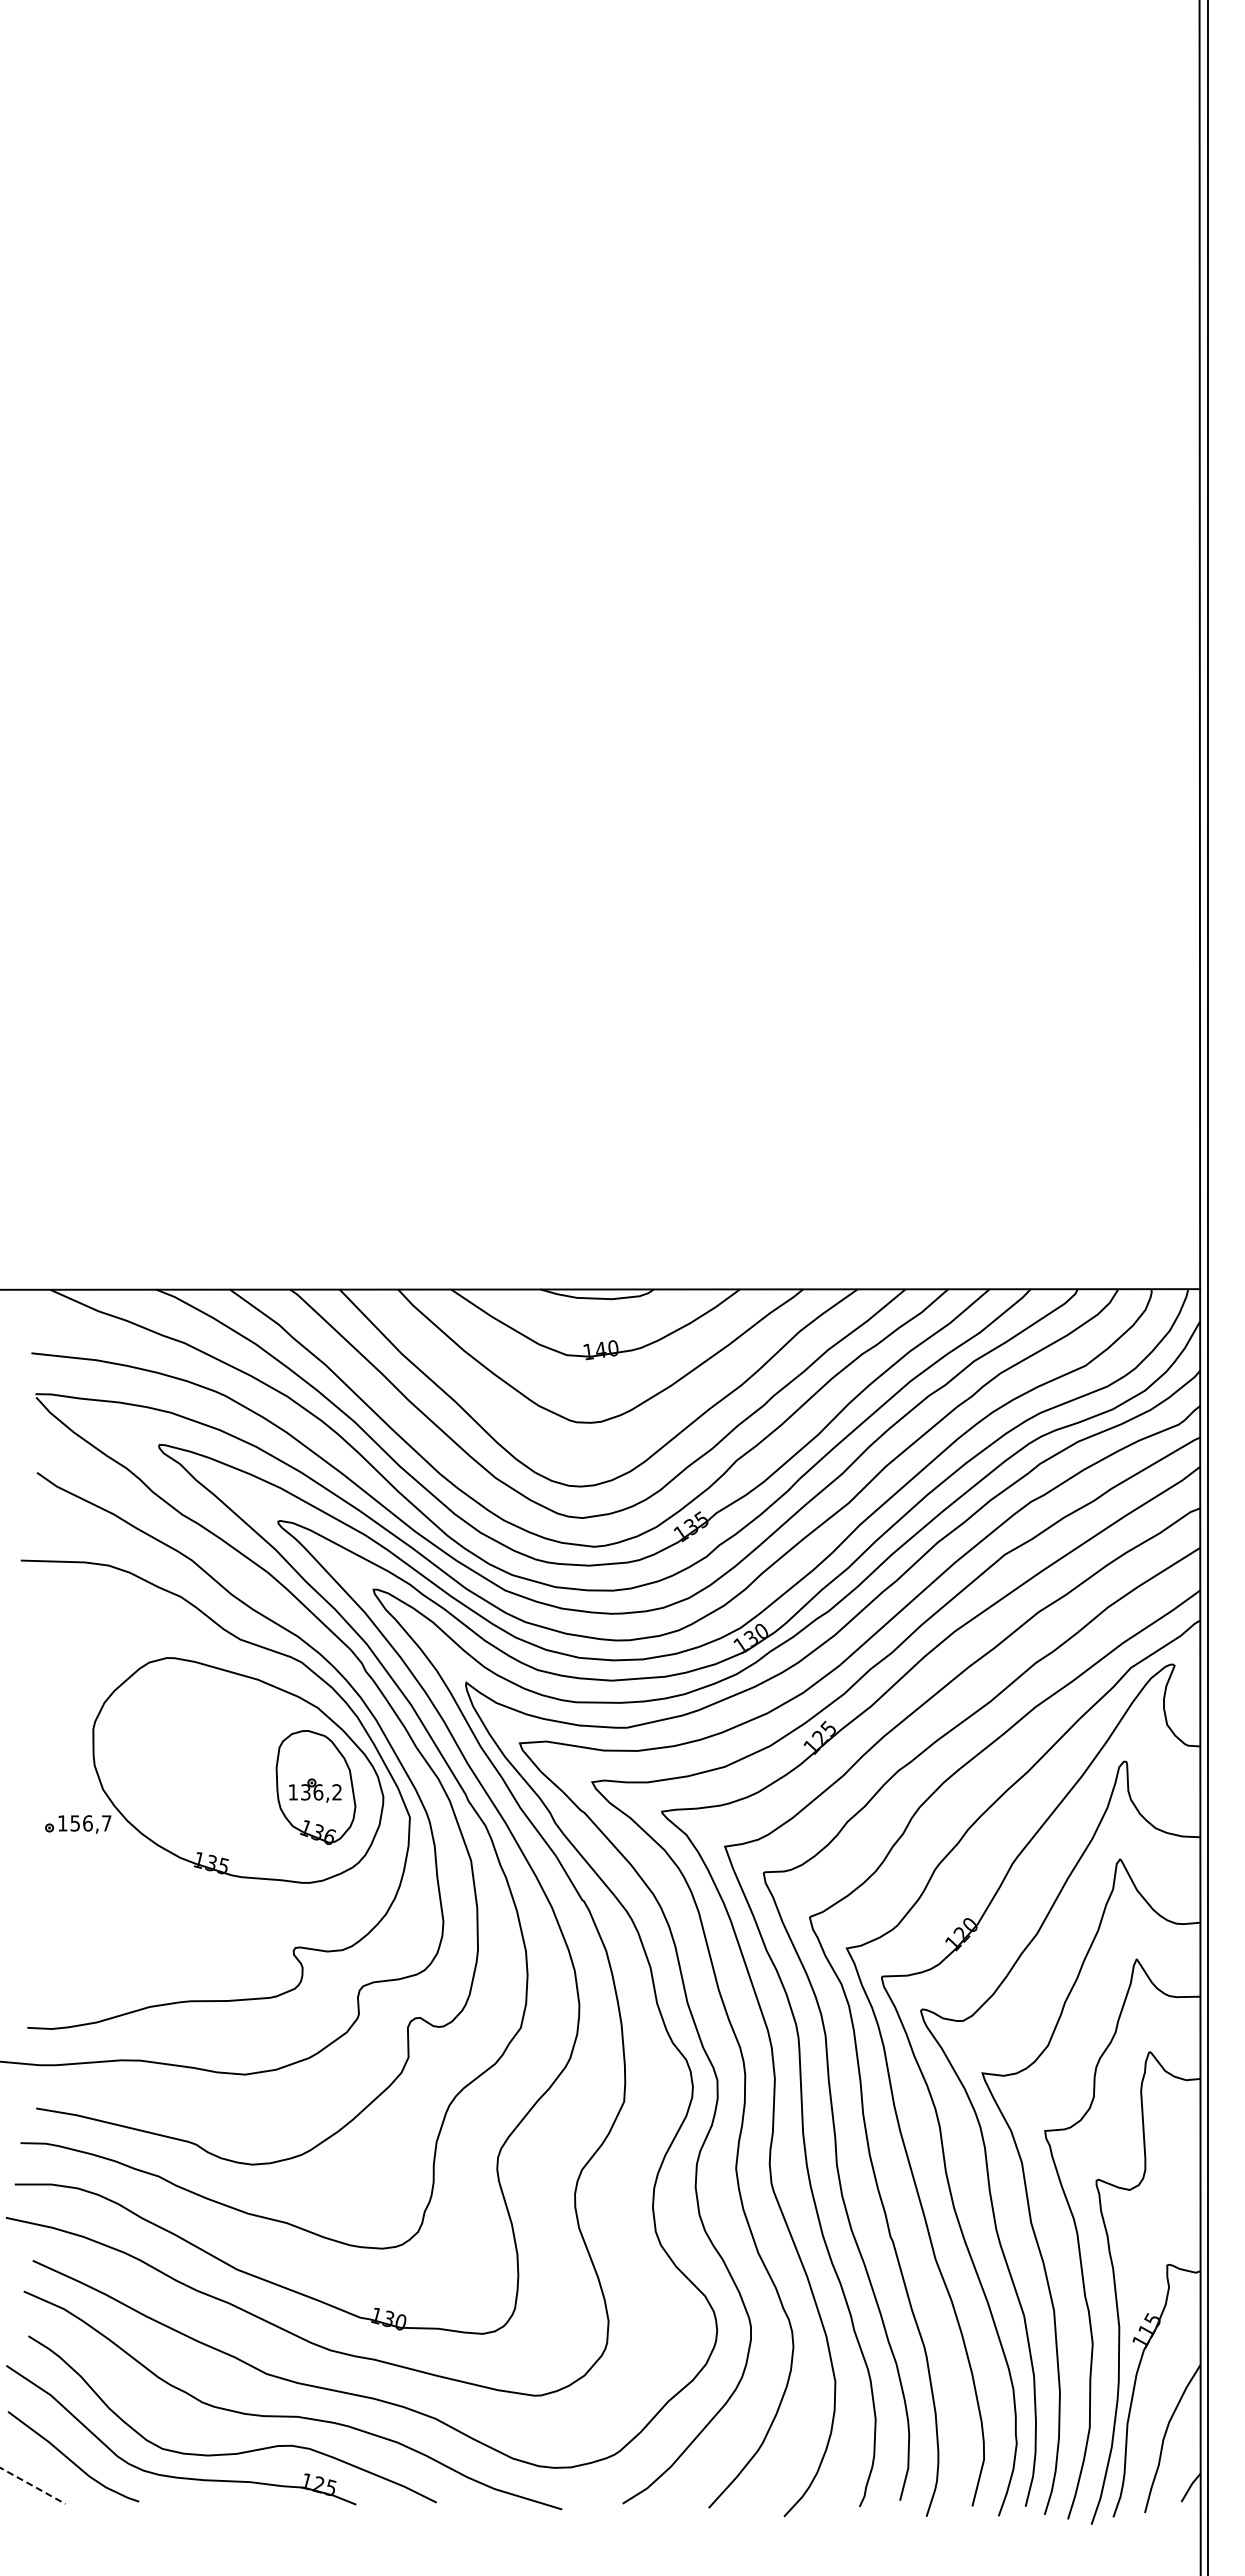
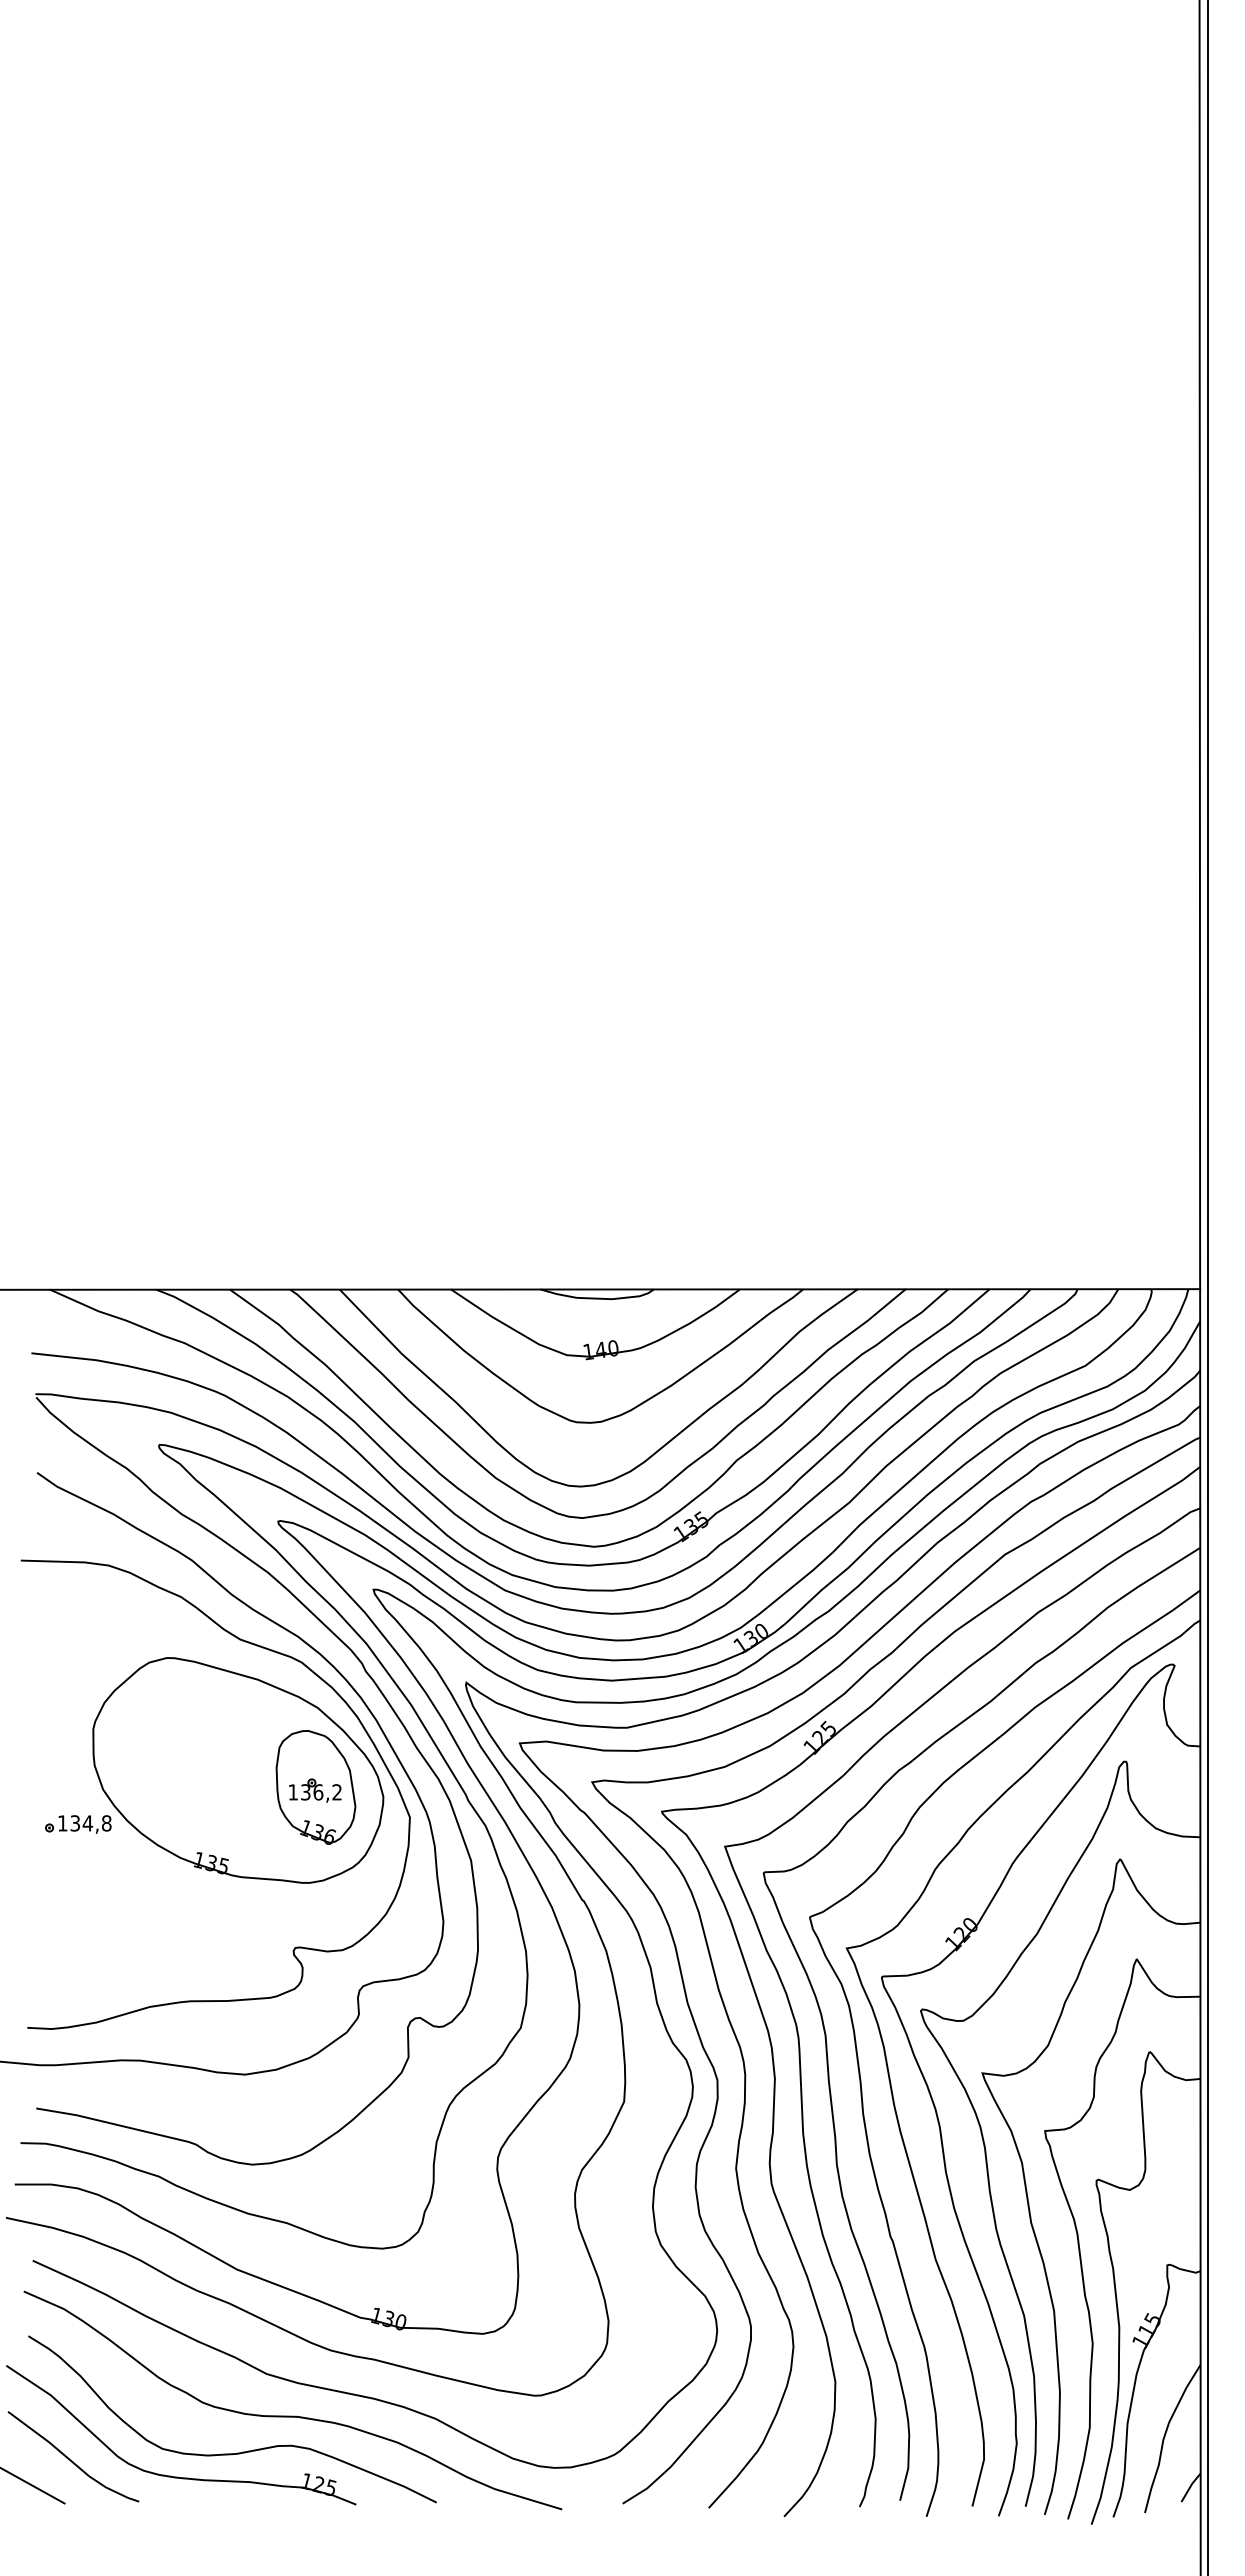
text at (91, 1823): 156,7 -> 134,8
line at (33, 2486): dashed -> solid
